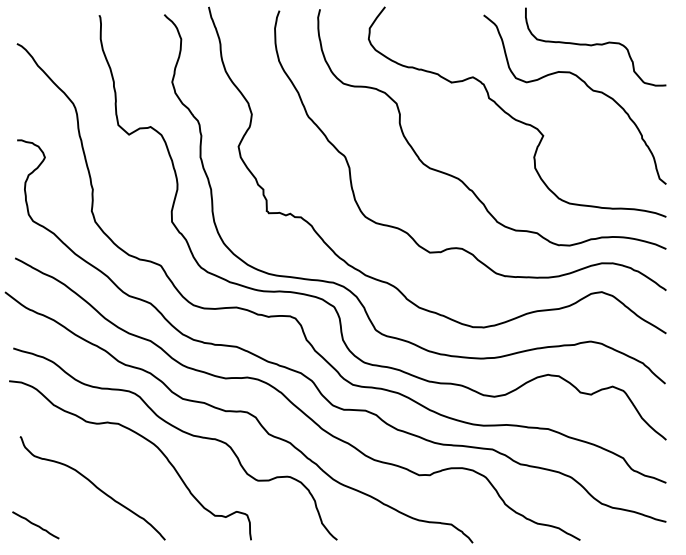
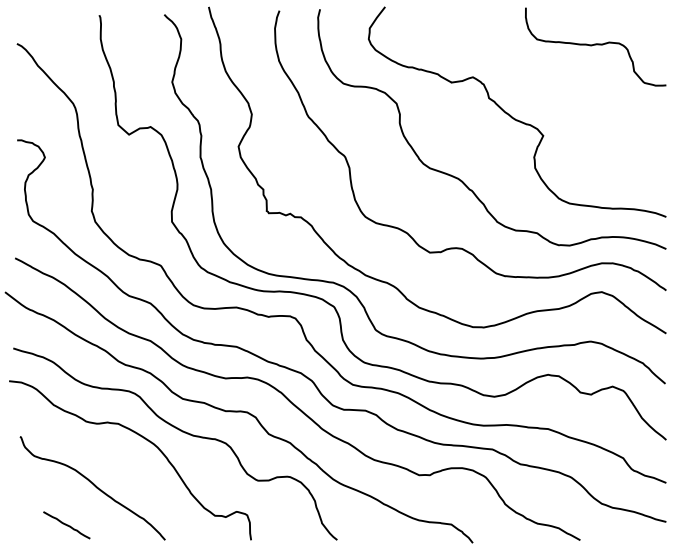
curve at (586, 86): present -> none
line at (35, 525) position: (35, 525) -> (66, 525)
